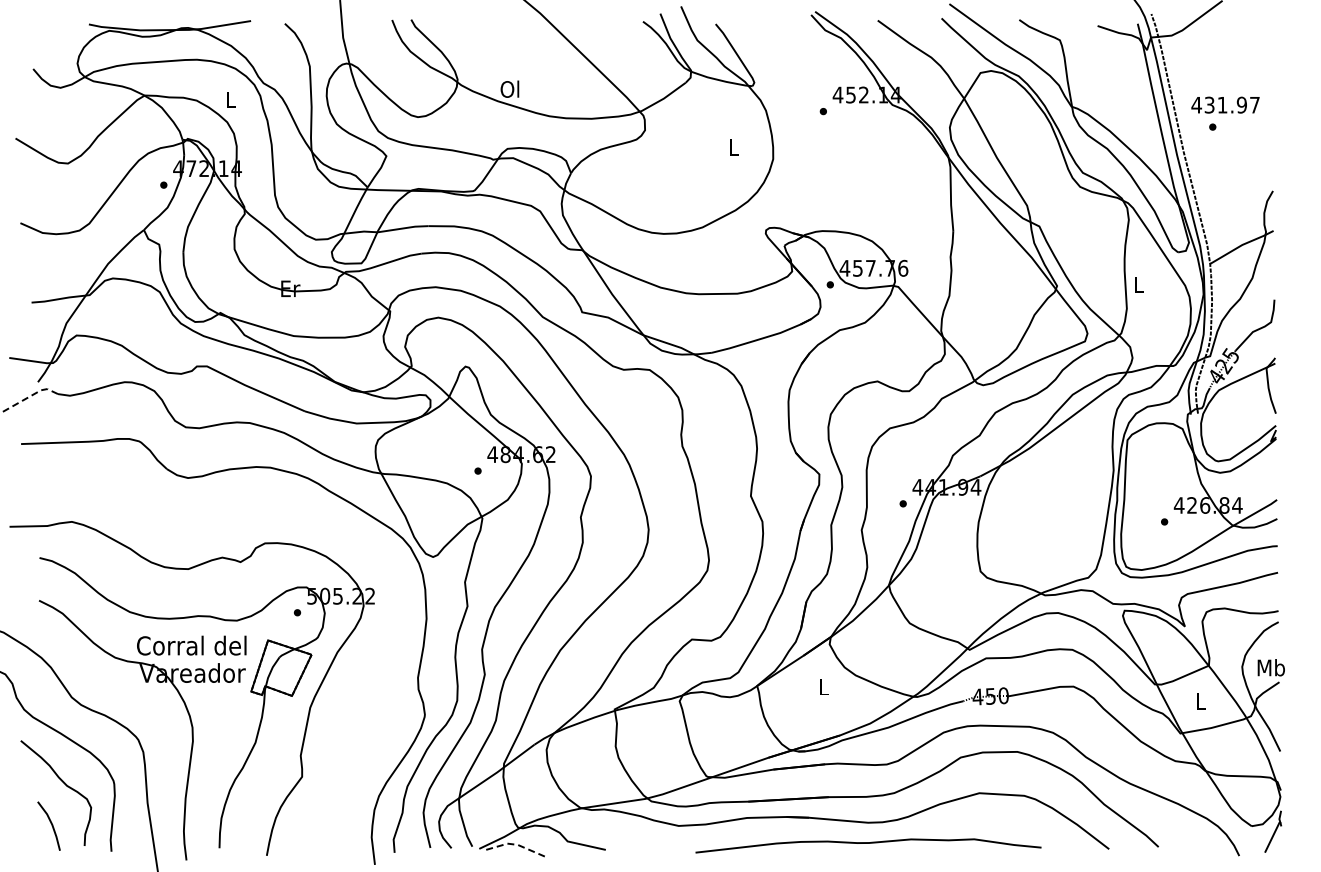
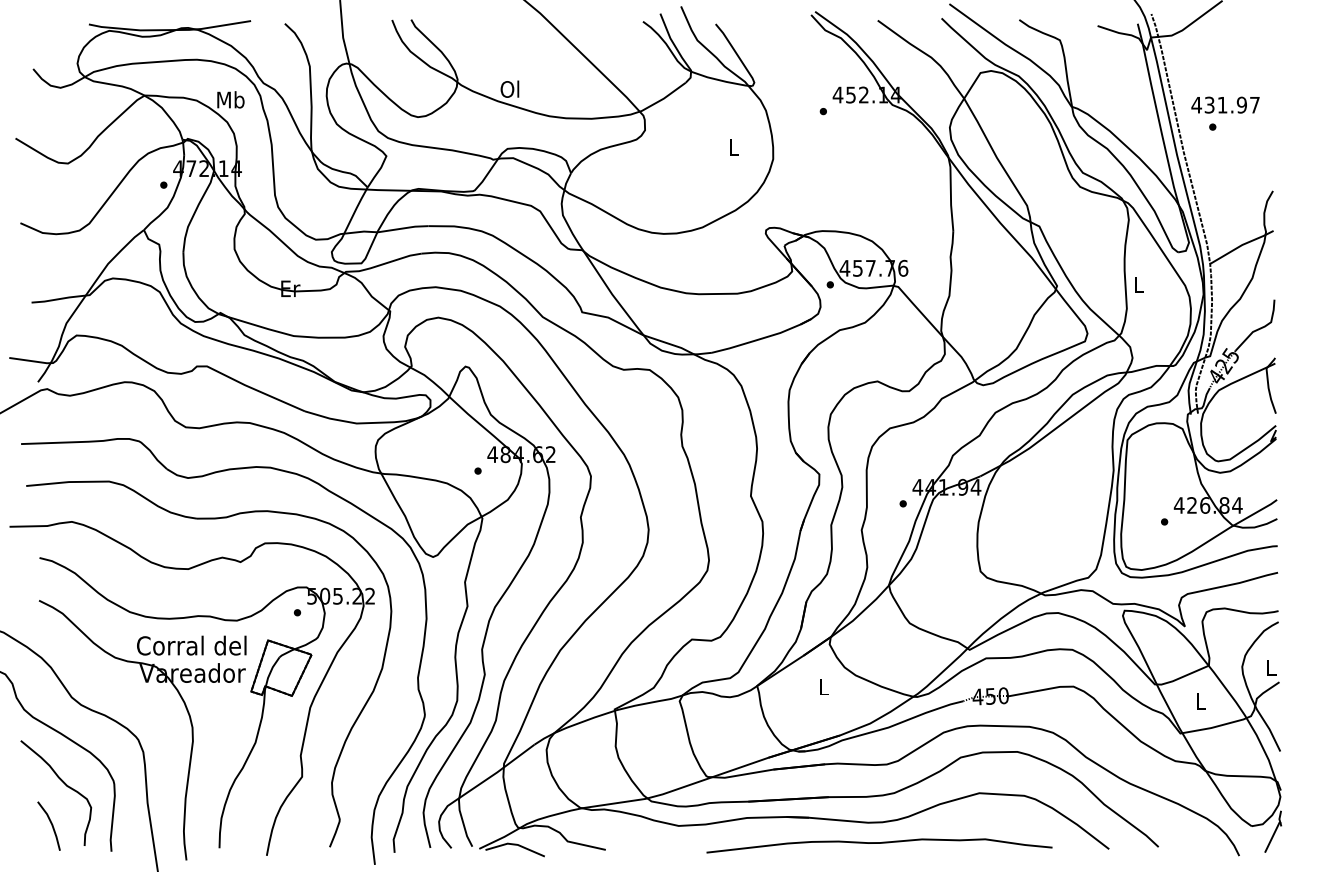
text at (230, 99): L -> Mb
line at (29, 396): dashed -> solid
part at (209, 519): none -> present
text at (1270, 667): Mb -> L
curve at (868, 843) position: (868, 843) -> (879, 843)
line at (515, 844): dashed -> solid
